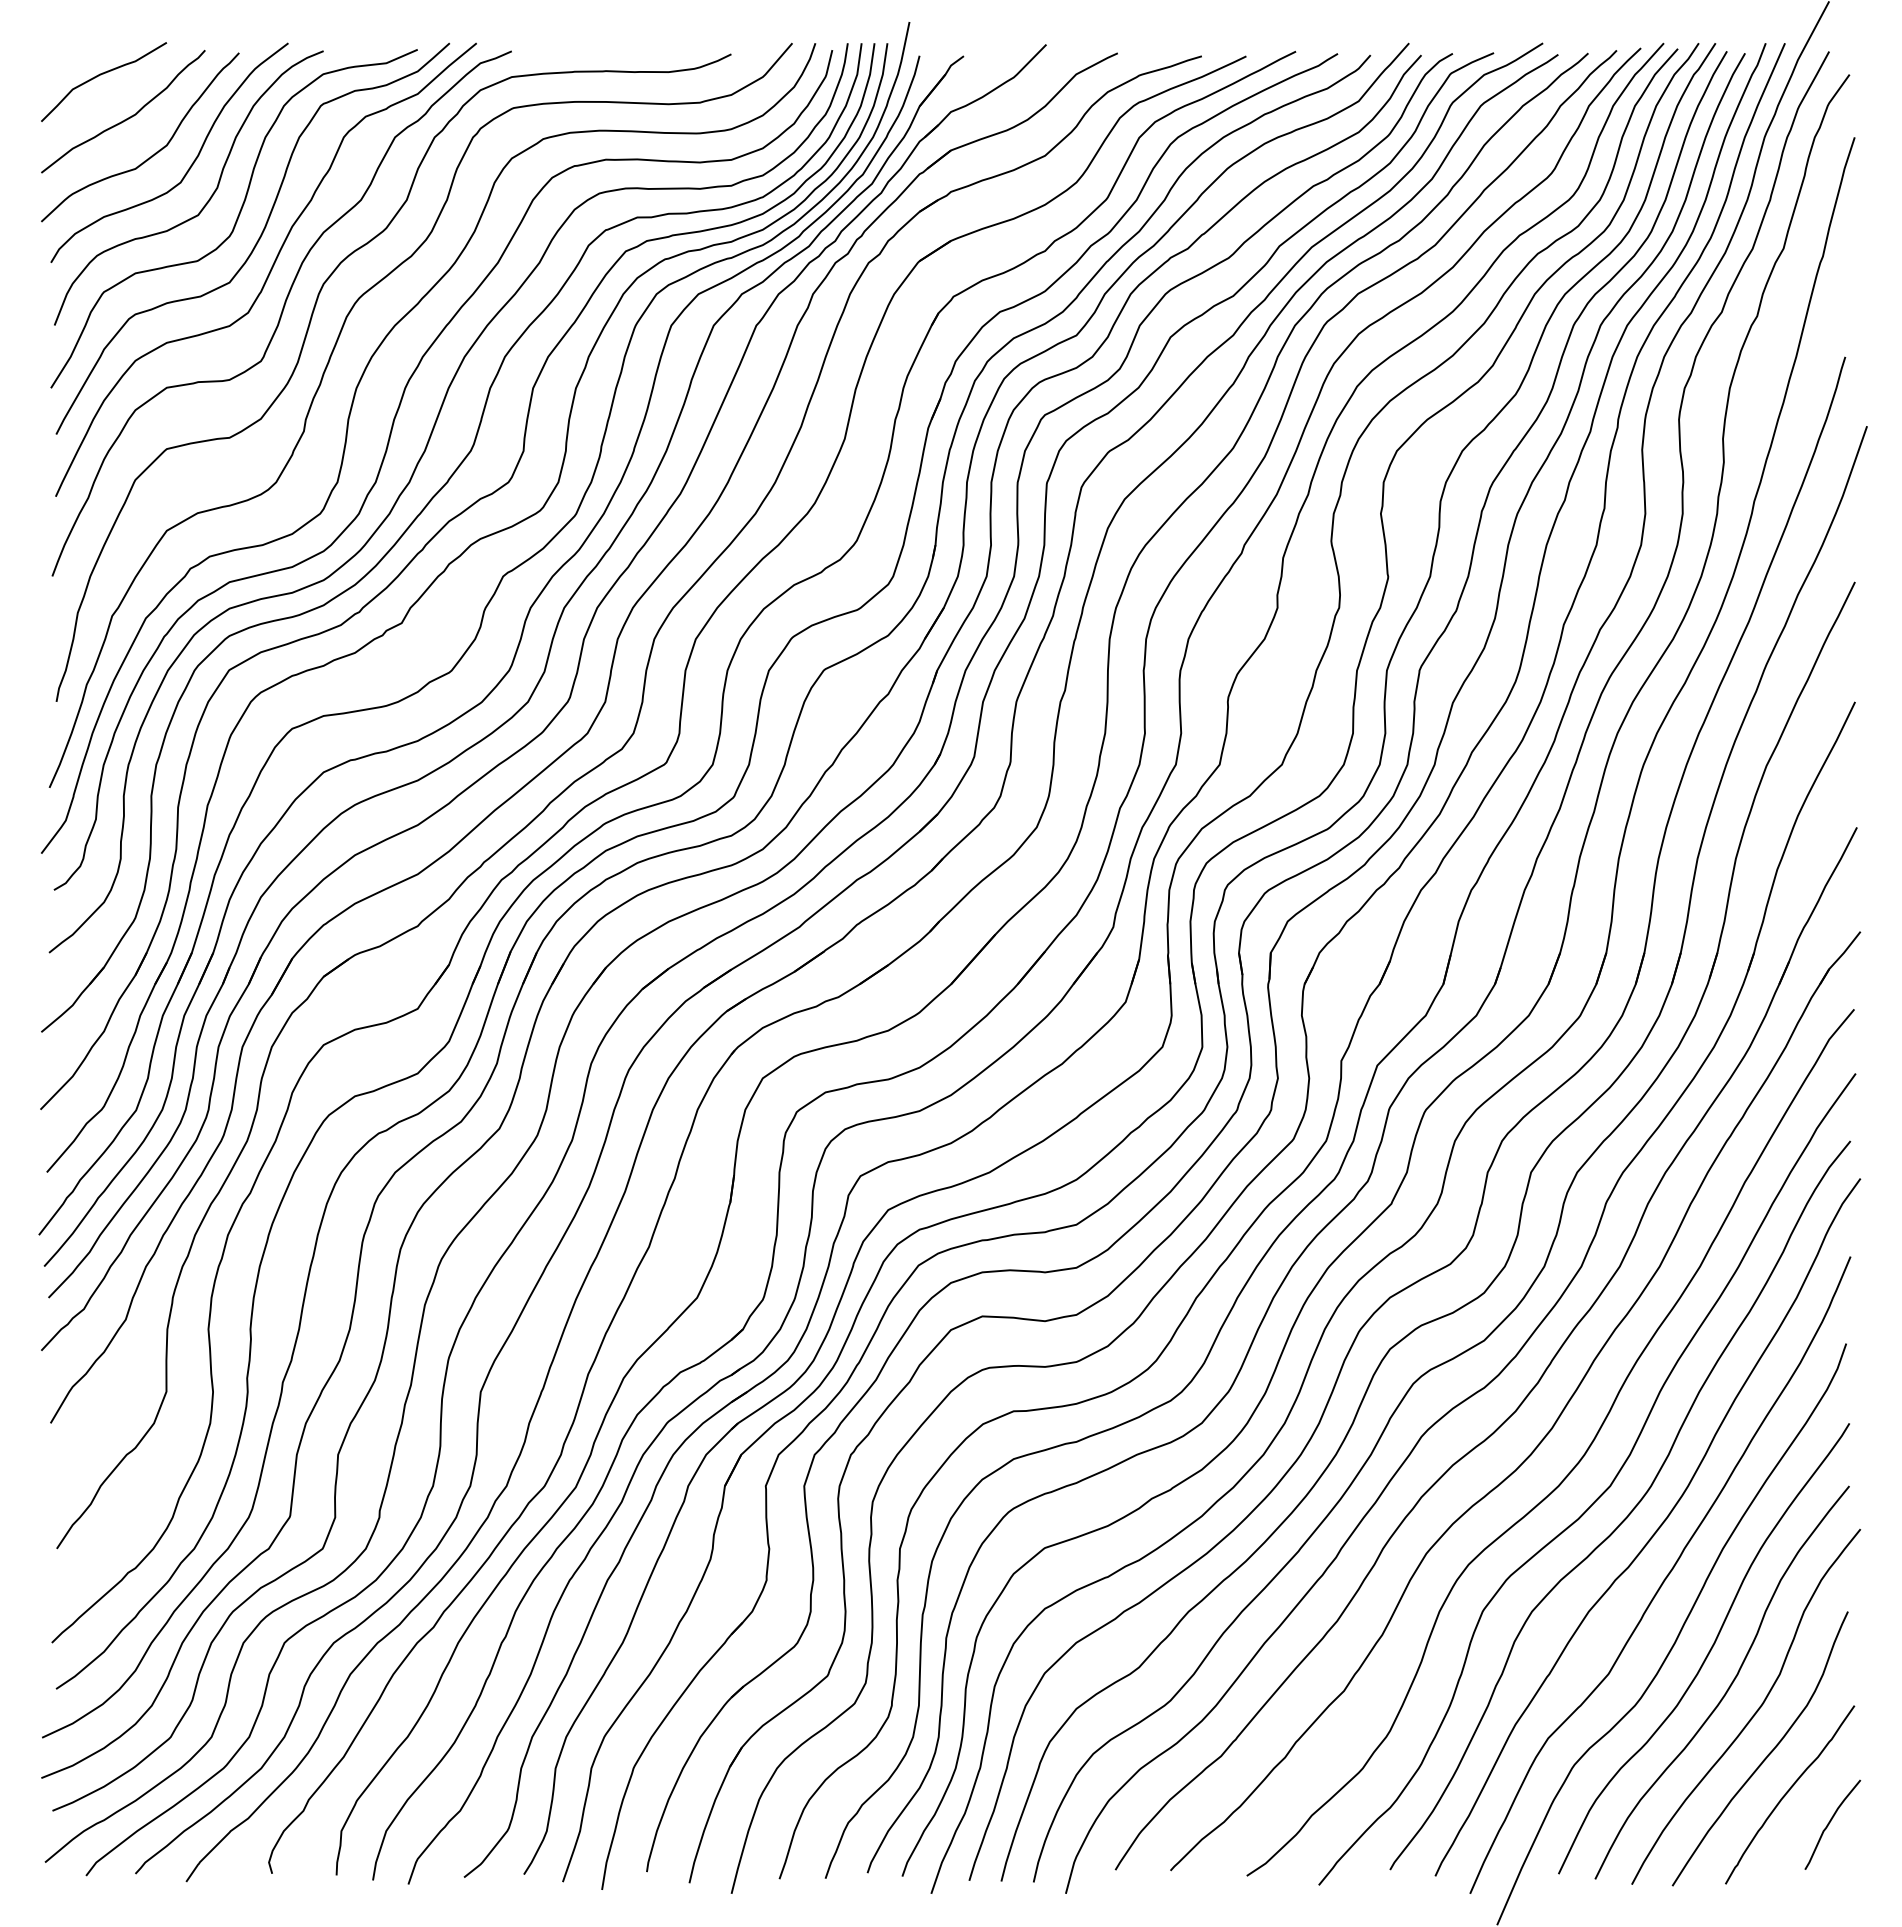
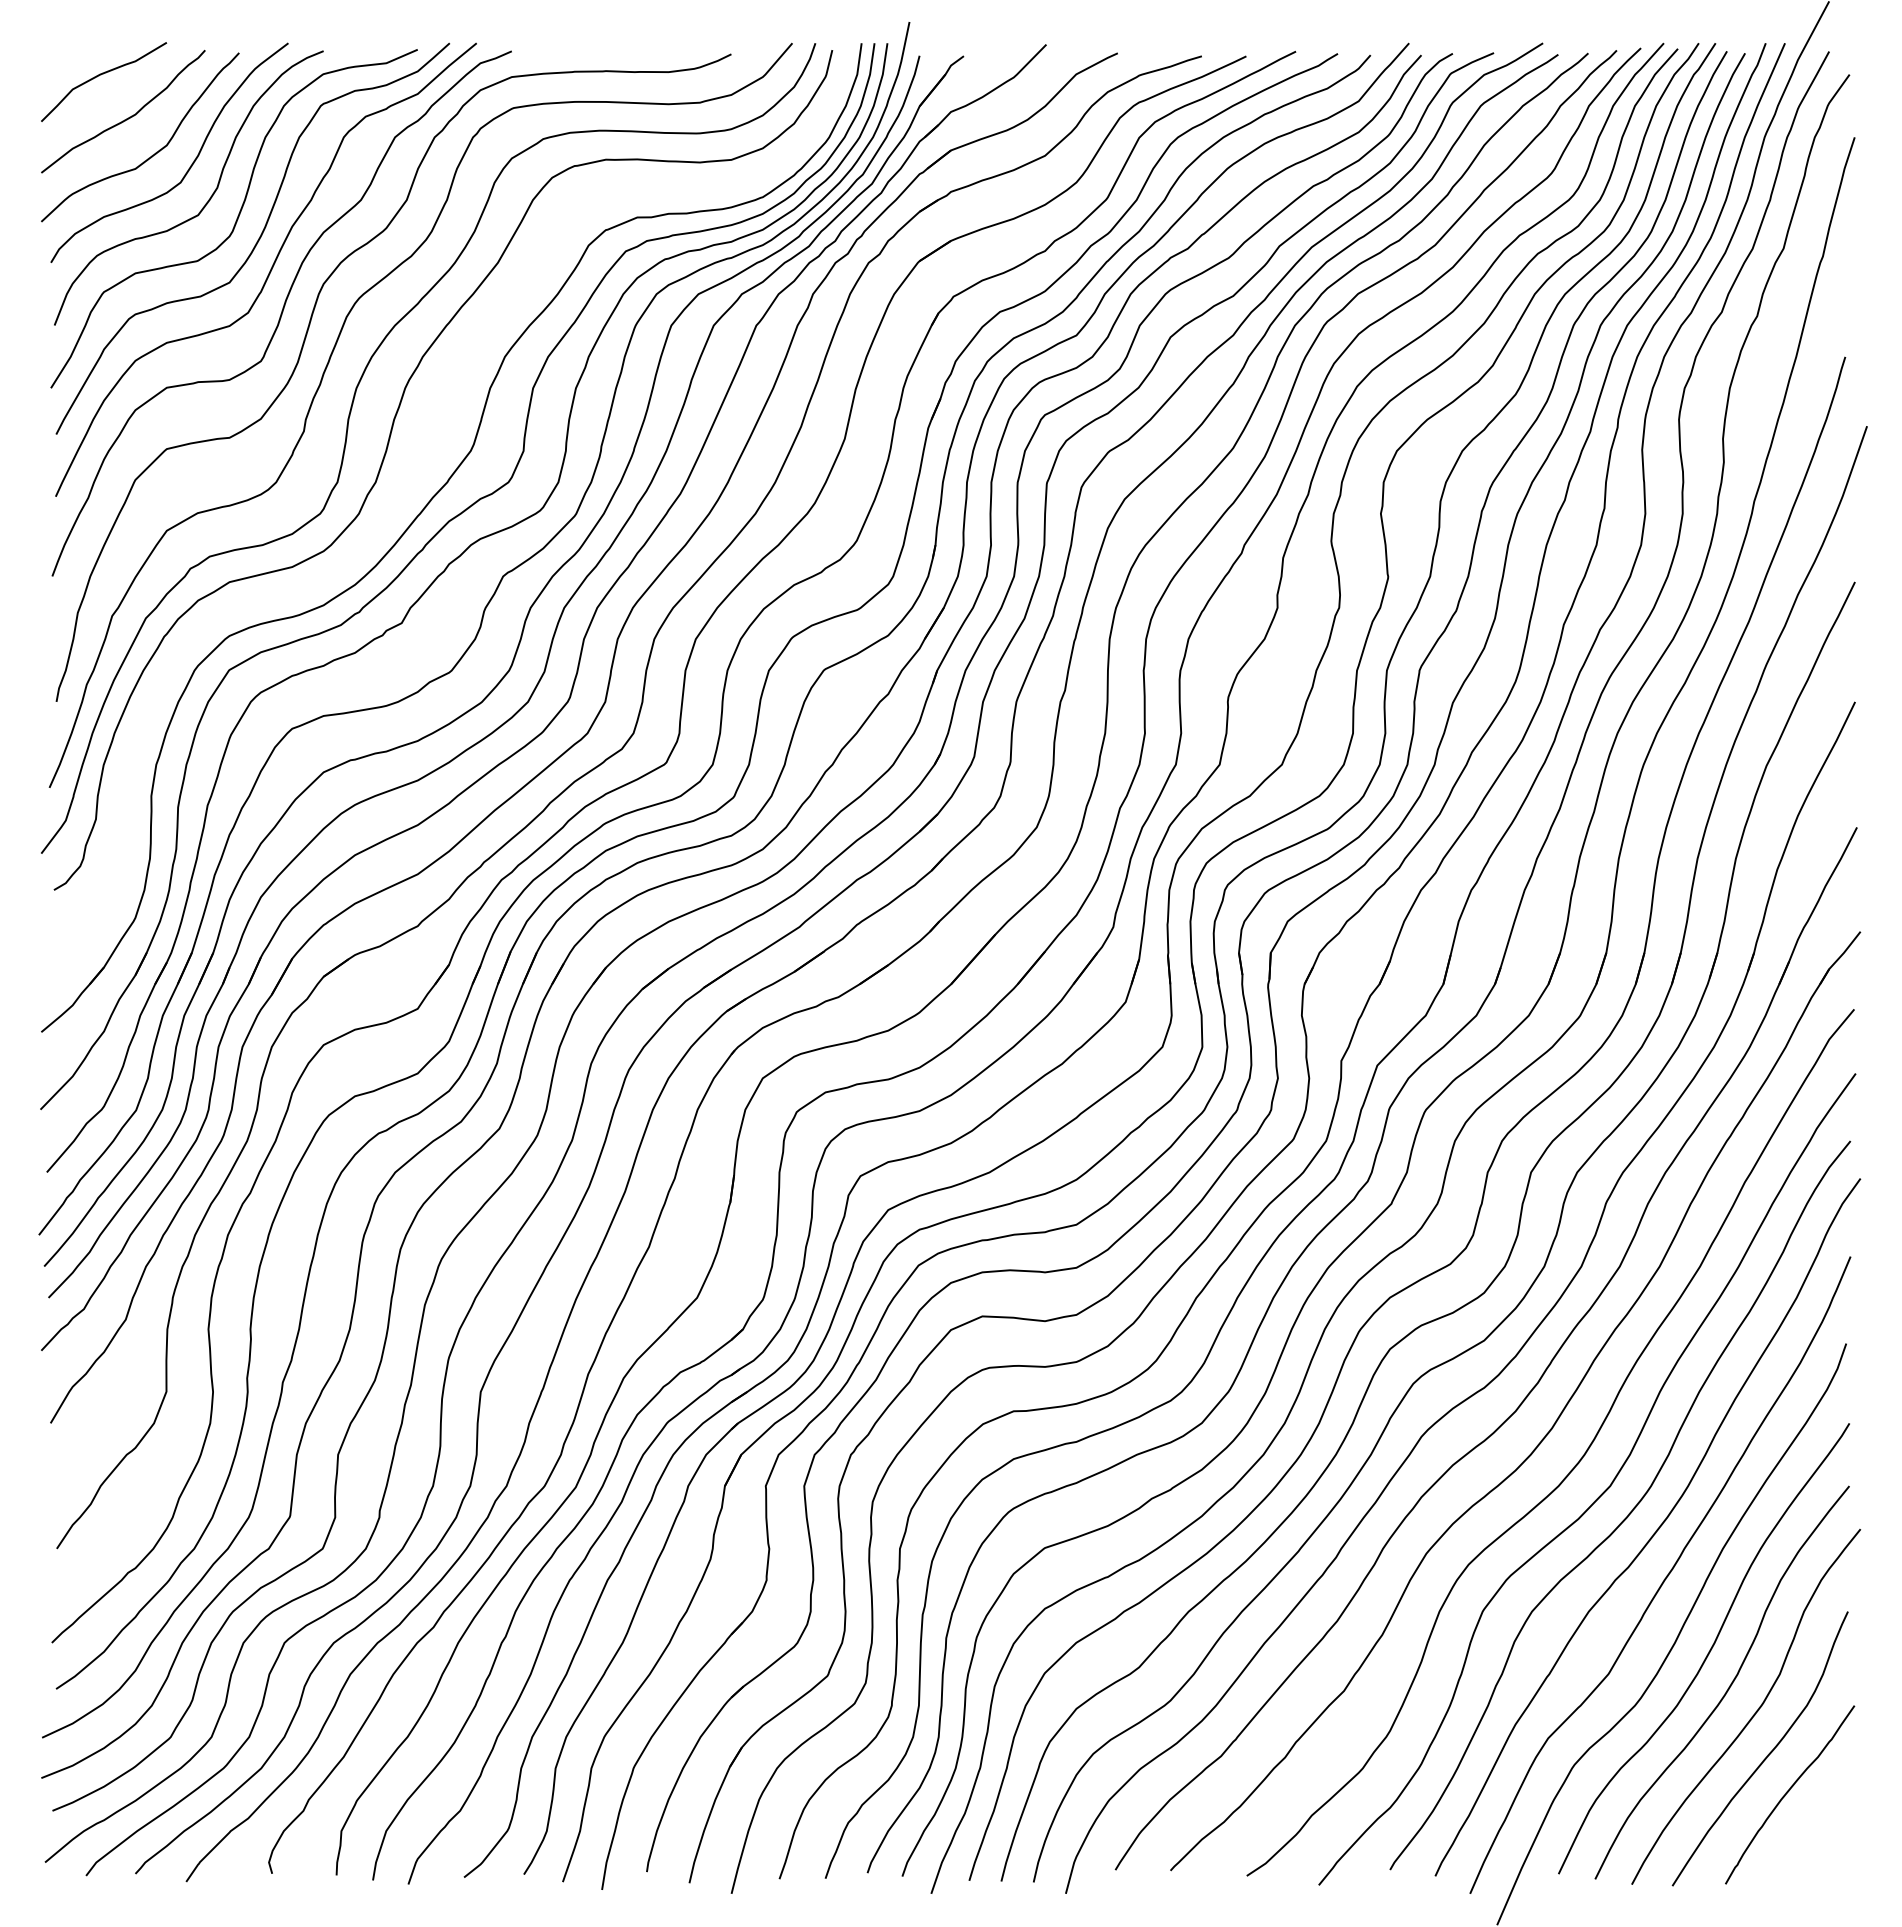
curve at (411, 480): present -> none
curve at (1830, 1822): present -> none
